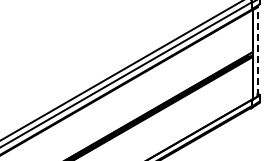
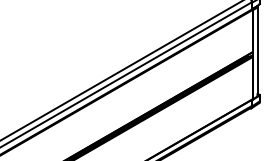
line at (257, 51): dashed -> solid
